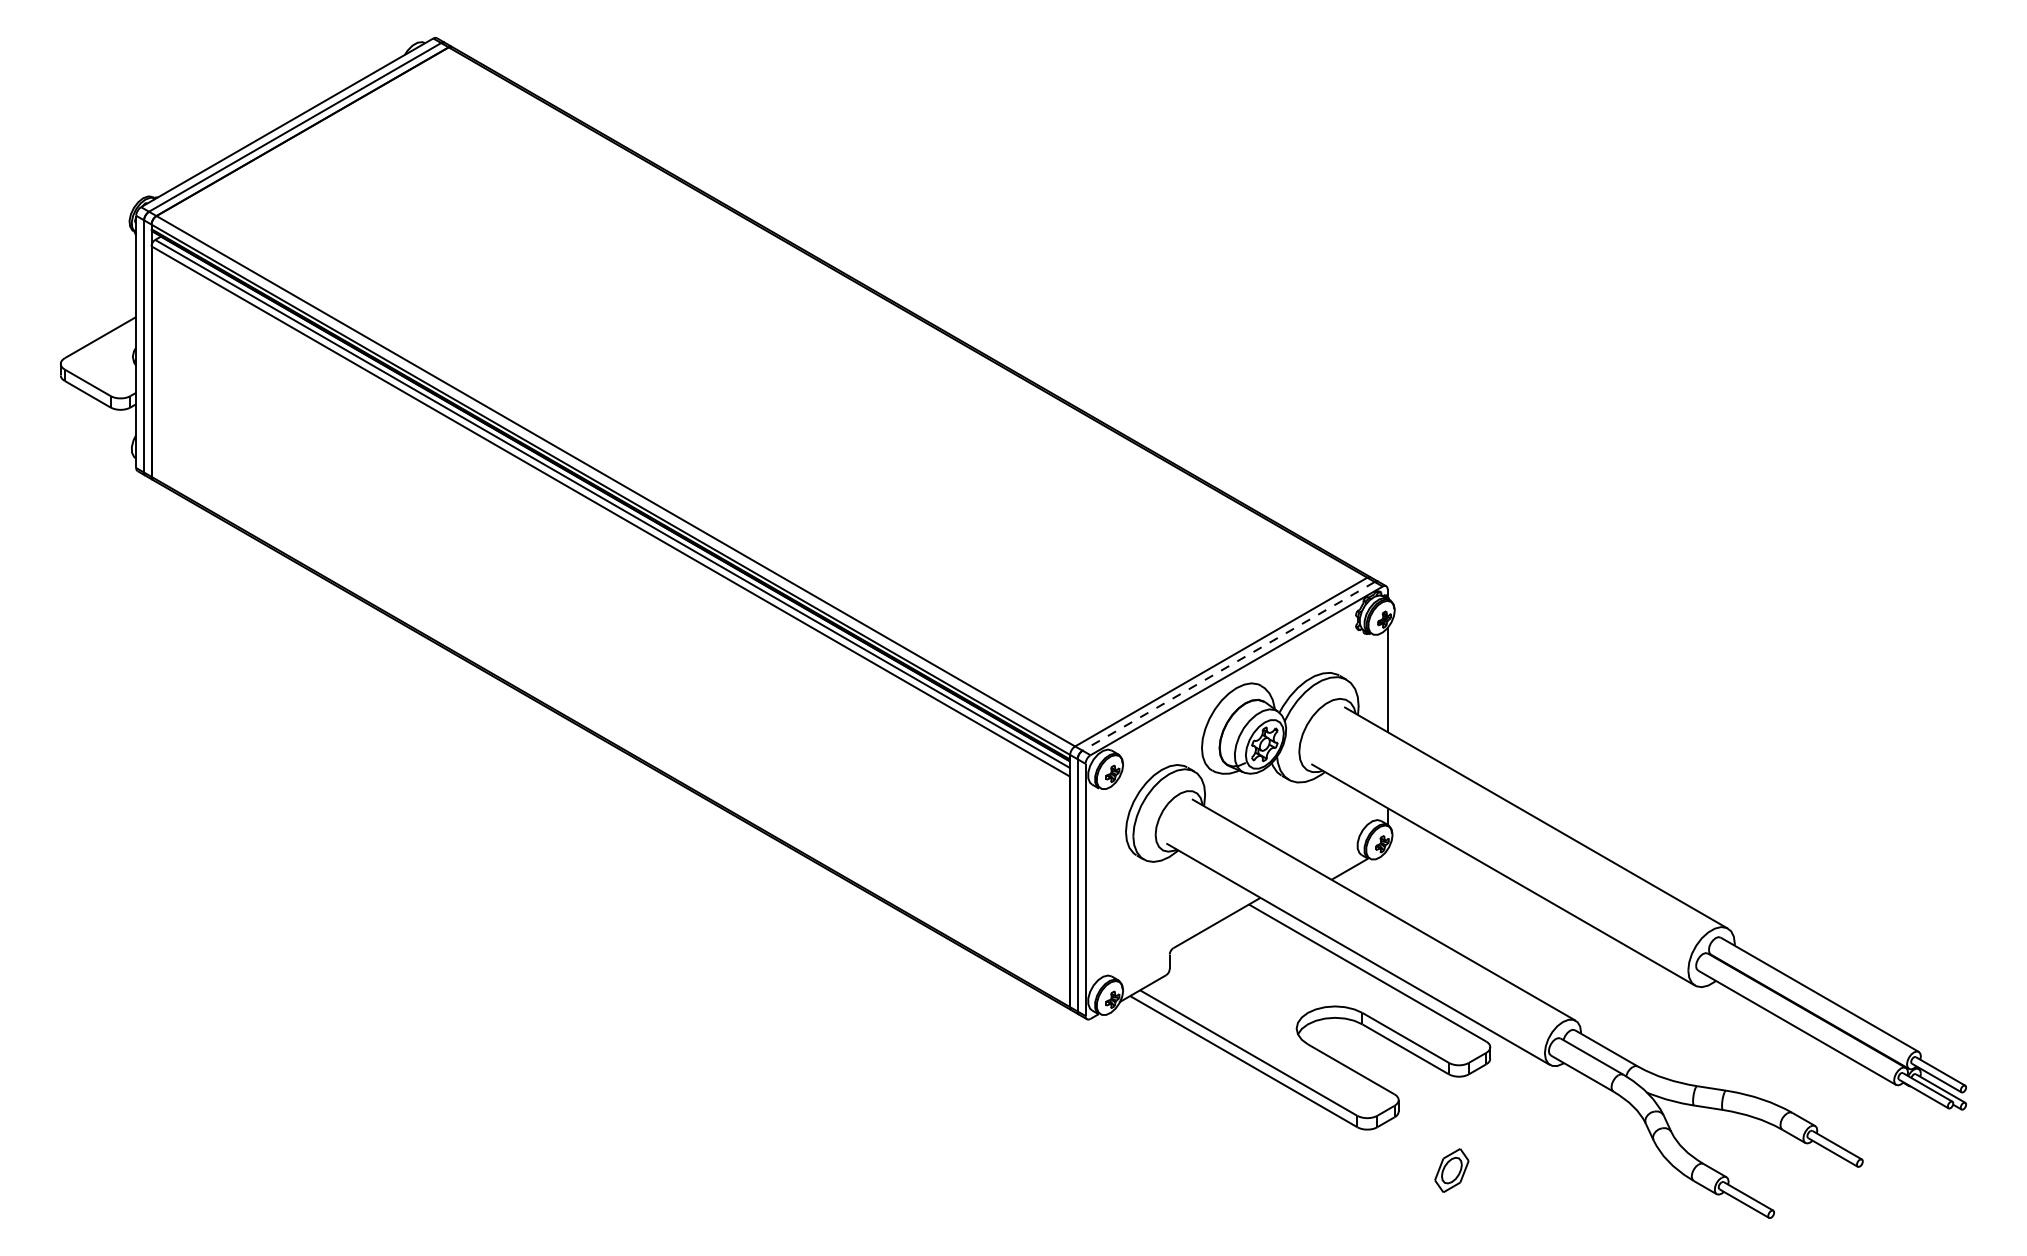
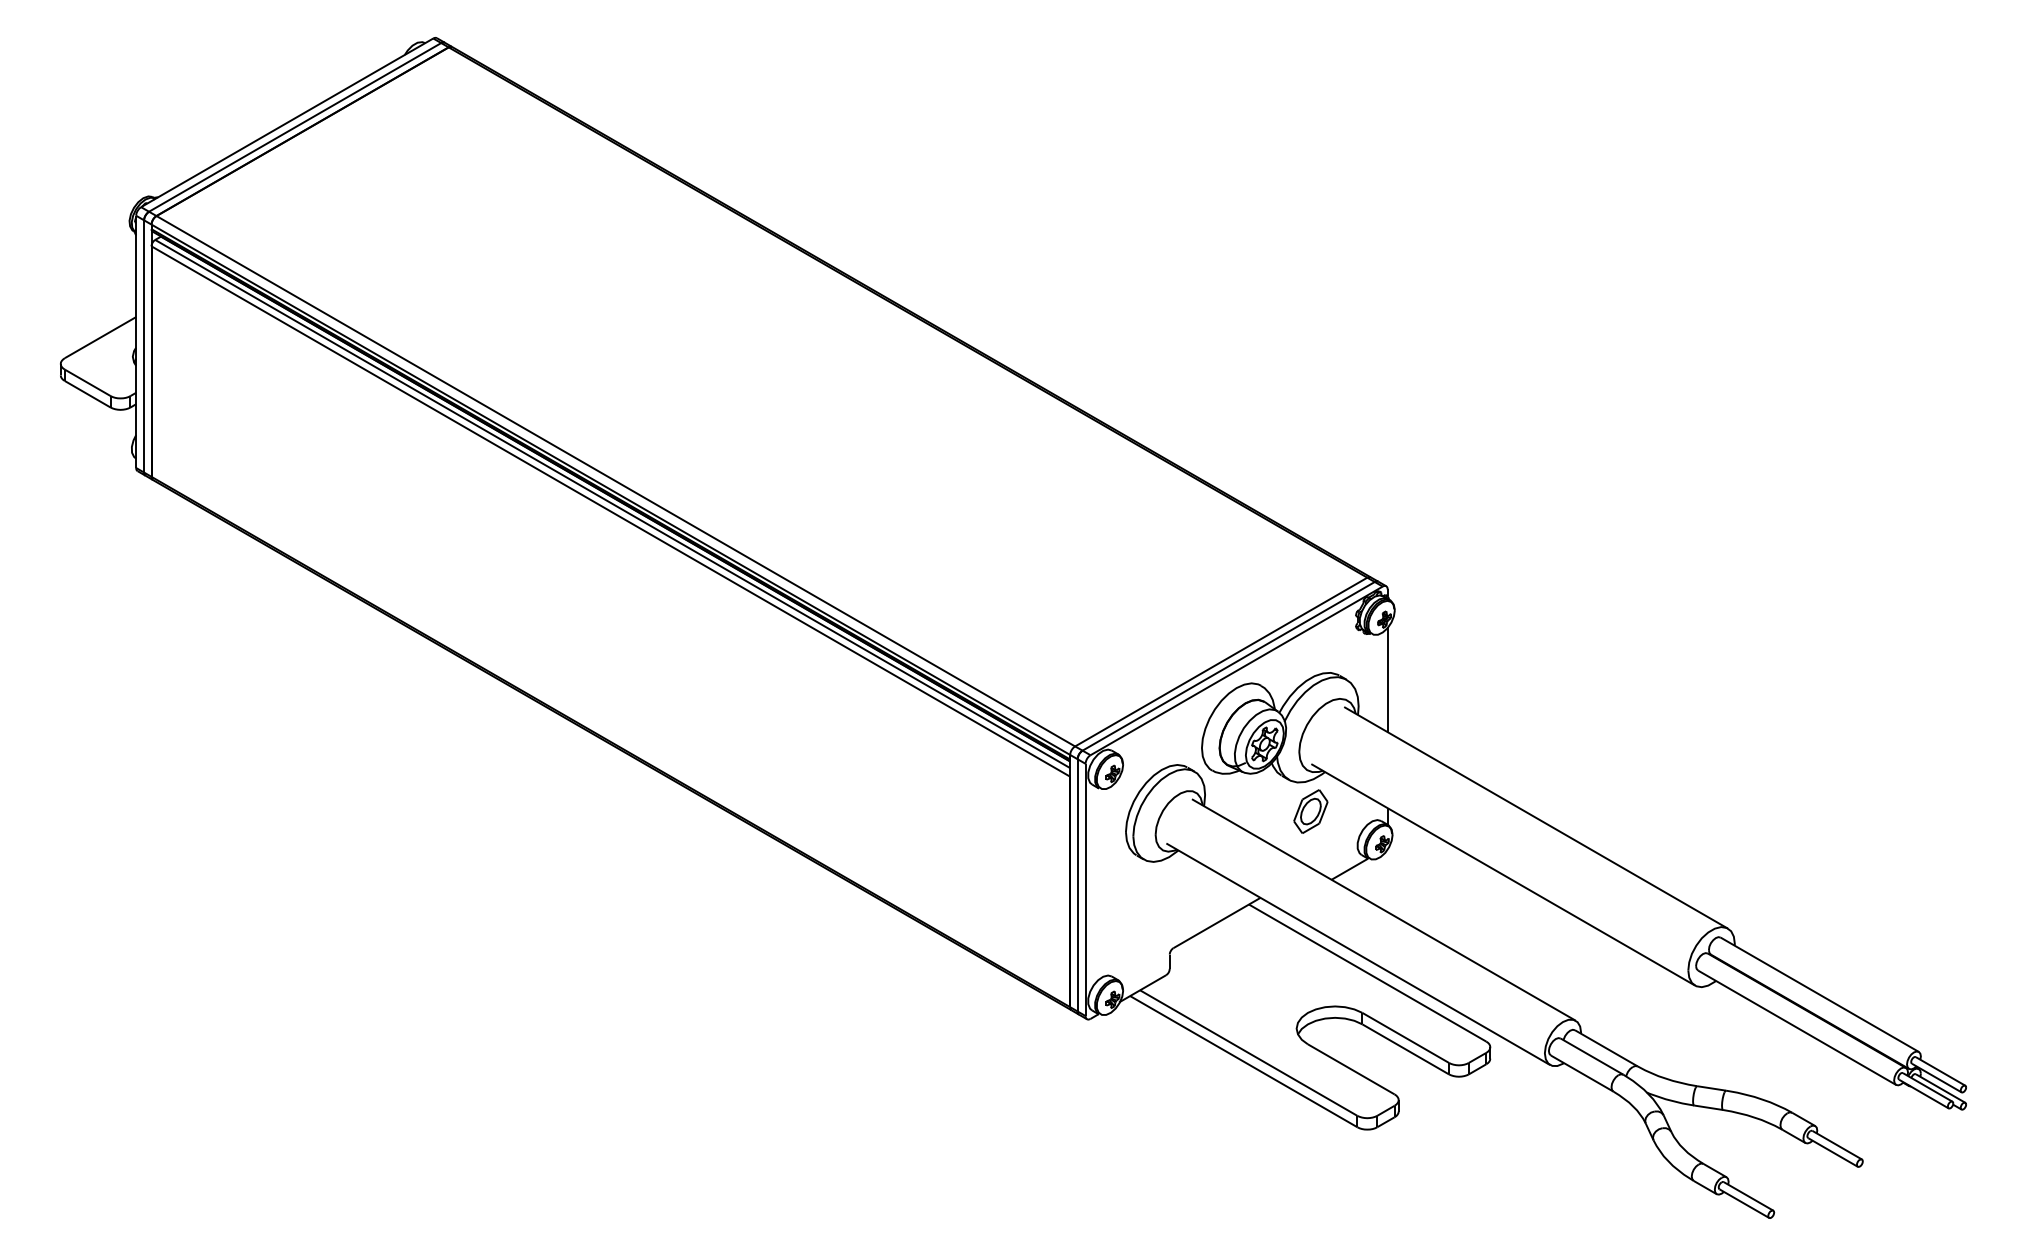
line at (1228, 666): dashed -> solid
part at (1451, 1170) position: (1451, 1170) -> (1310, 811)
